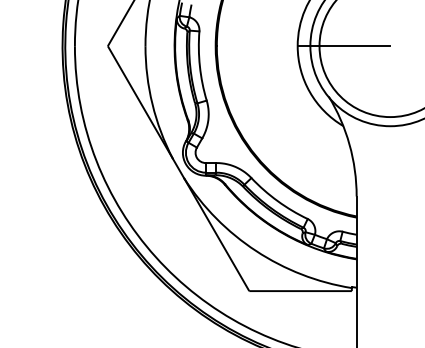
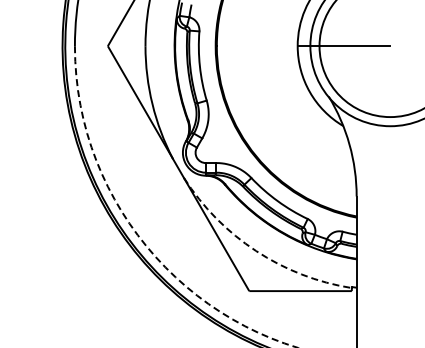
arc at (137, 235): solid -> dashed
arc at (256, 251): solid -> dashed
